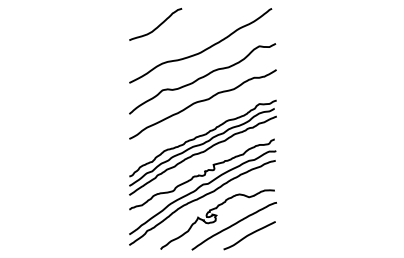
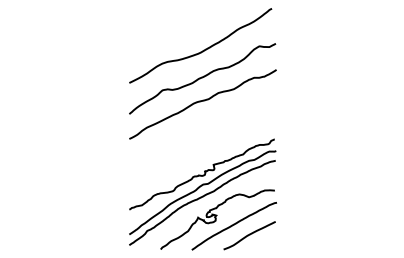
curve at (157, 26): present -> none
part at (202, 147): present -> none
